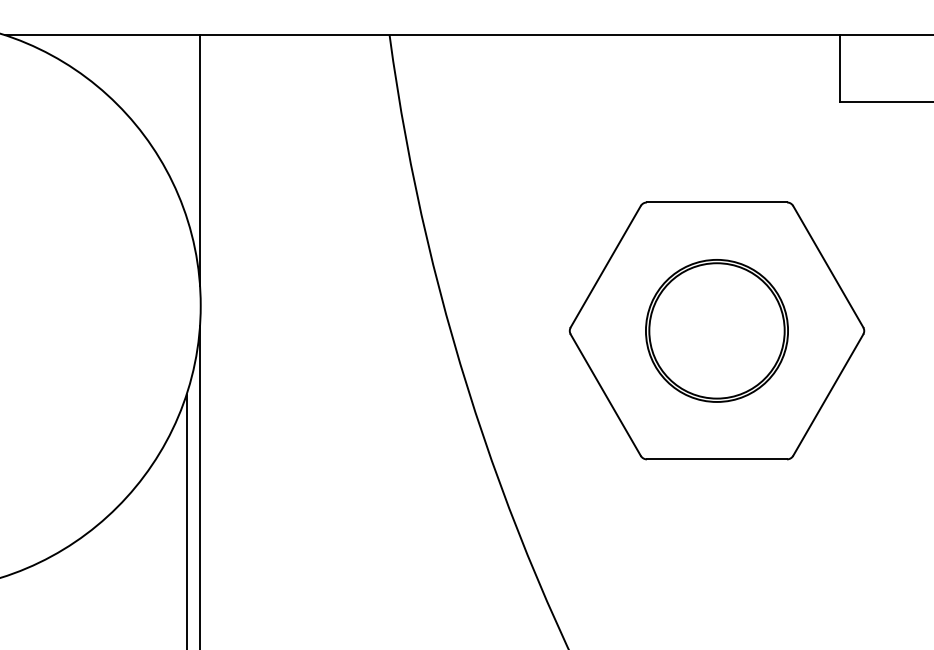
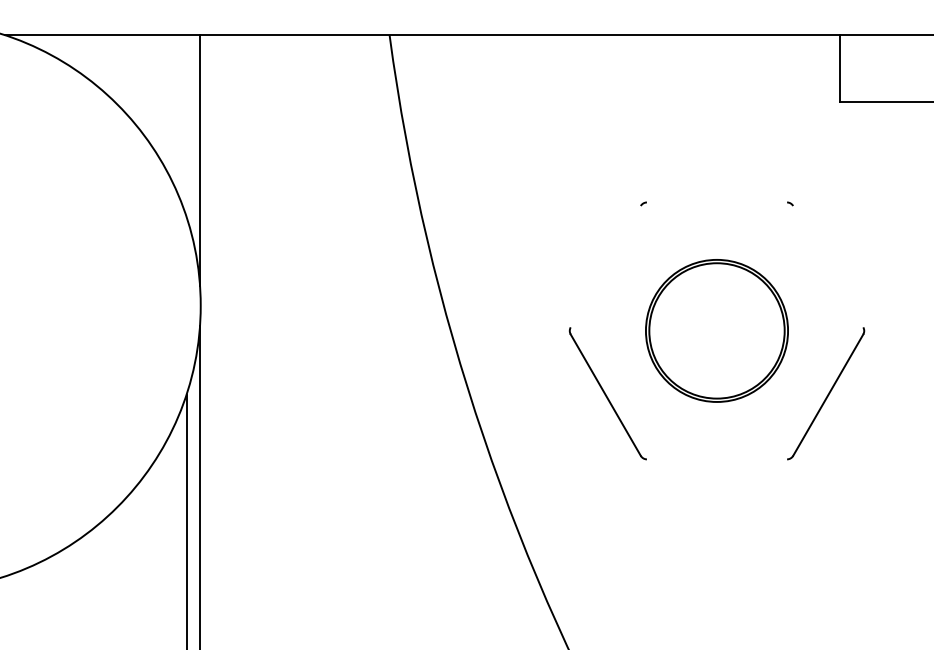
line at (716, 202): present -> none
line at (605, 266): present -> none
line at (828, 266): present -> none
line at (716, 459): present -> none
